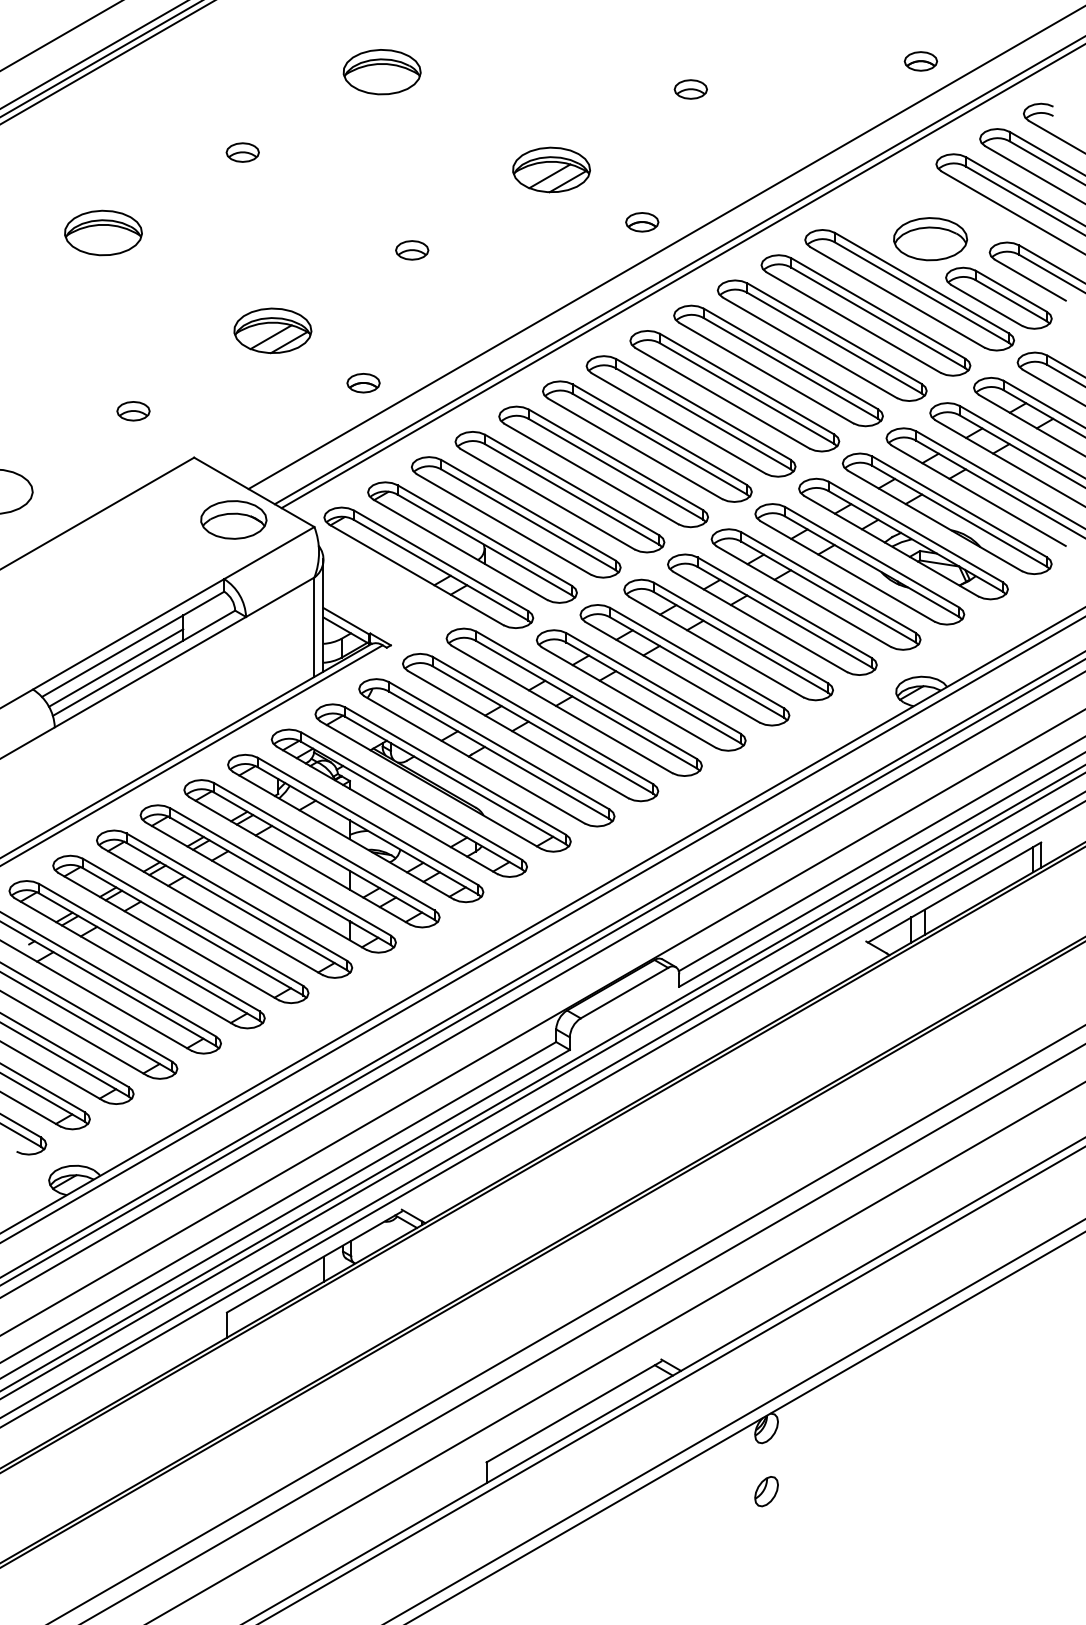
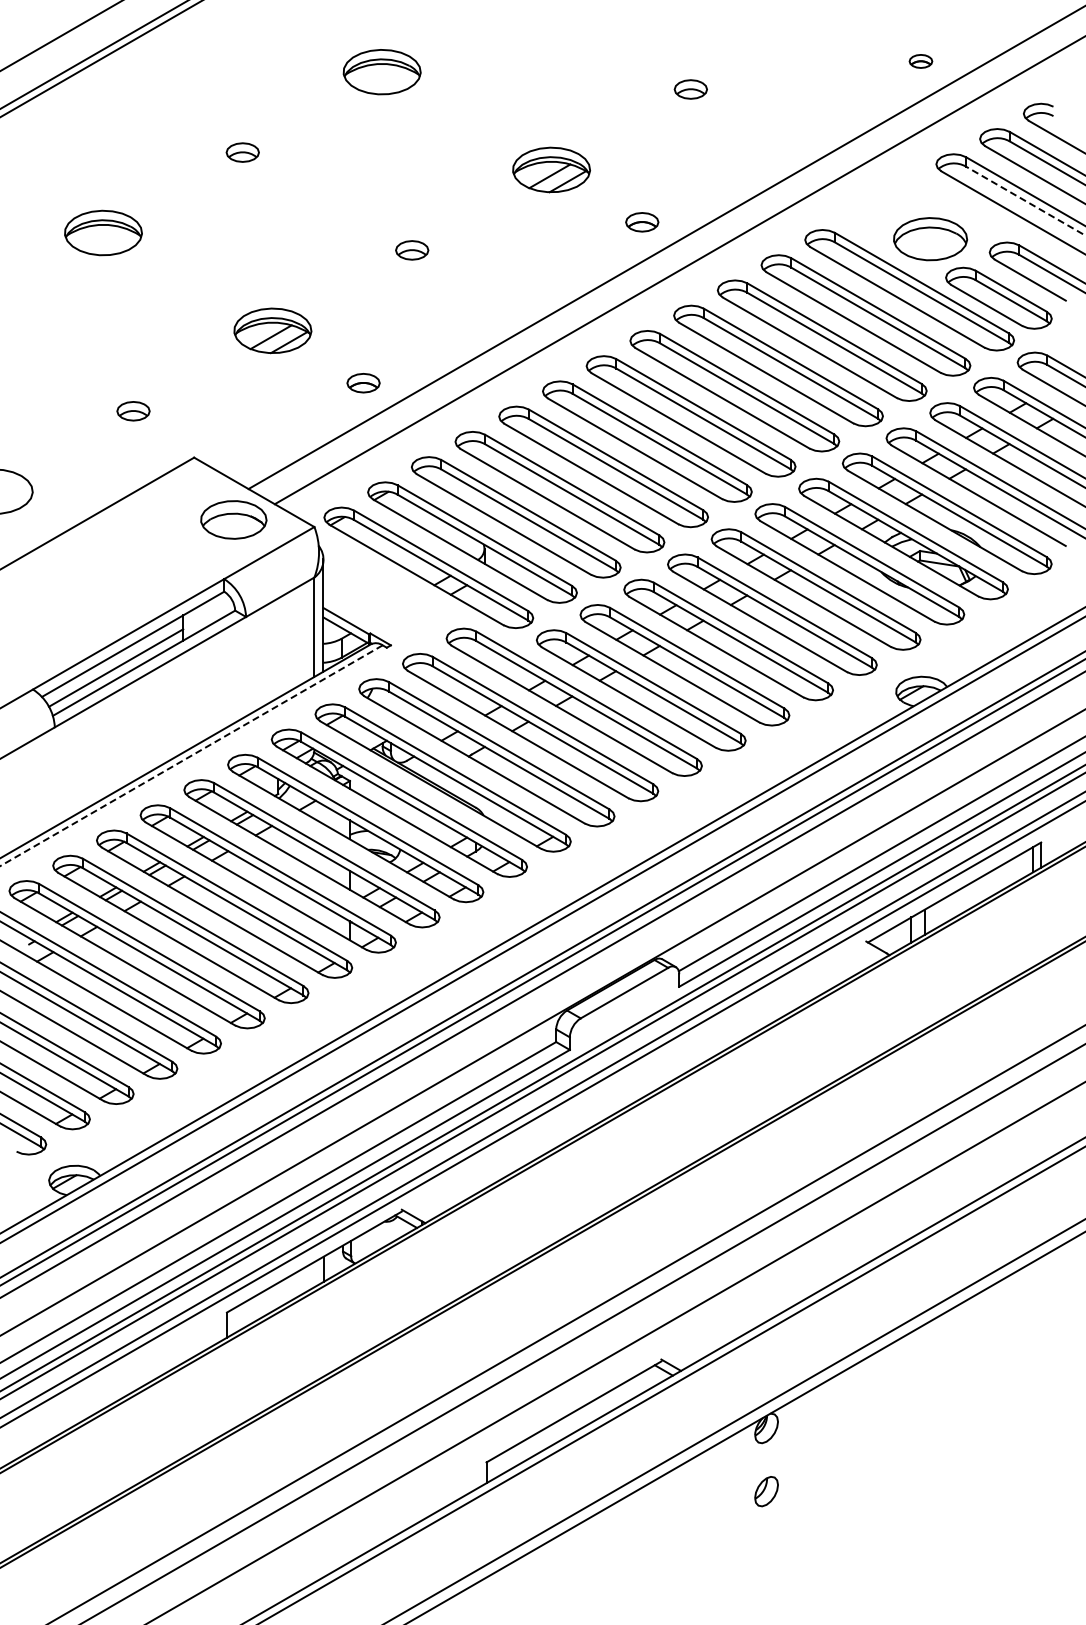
part at (920, 61) size: 36x21 px -> 26x15 px
line at (106, 62): present -> none
line at (1025, 201): solid -> dashed
line at (681, 276): present -> none
line at (191, 755): solid -> dashed
